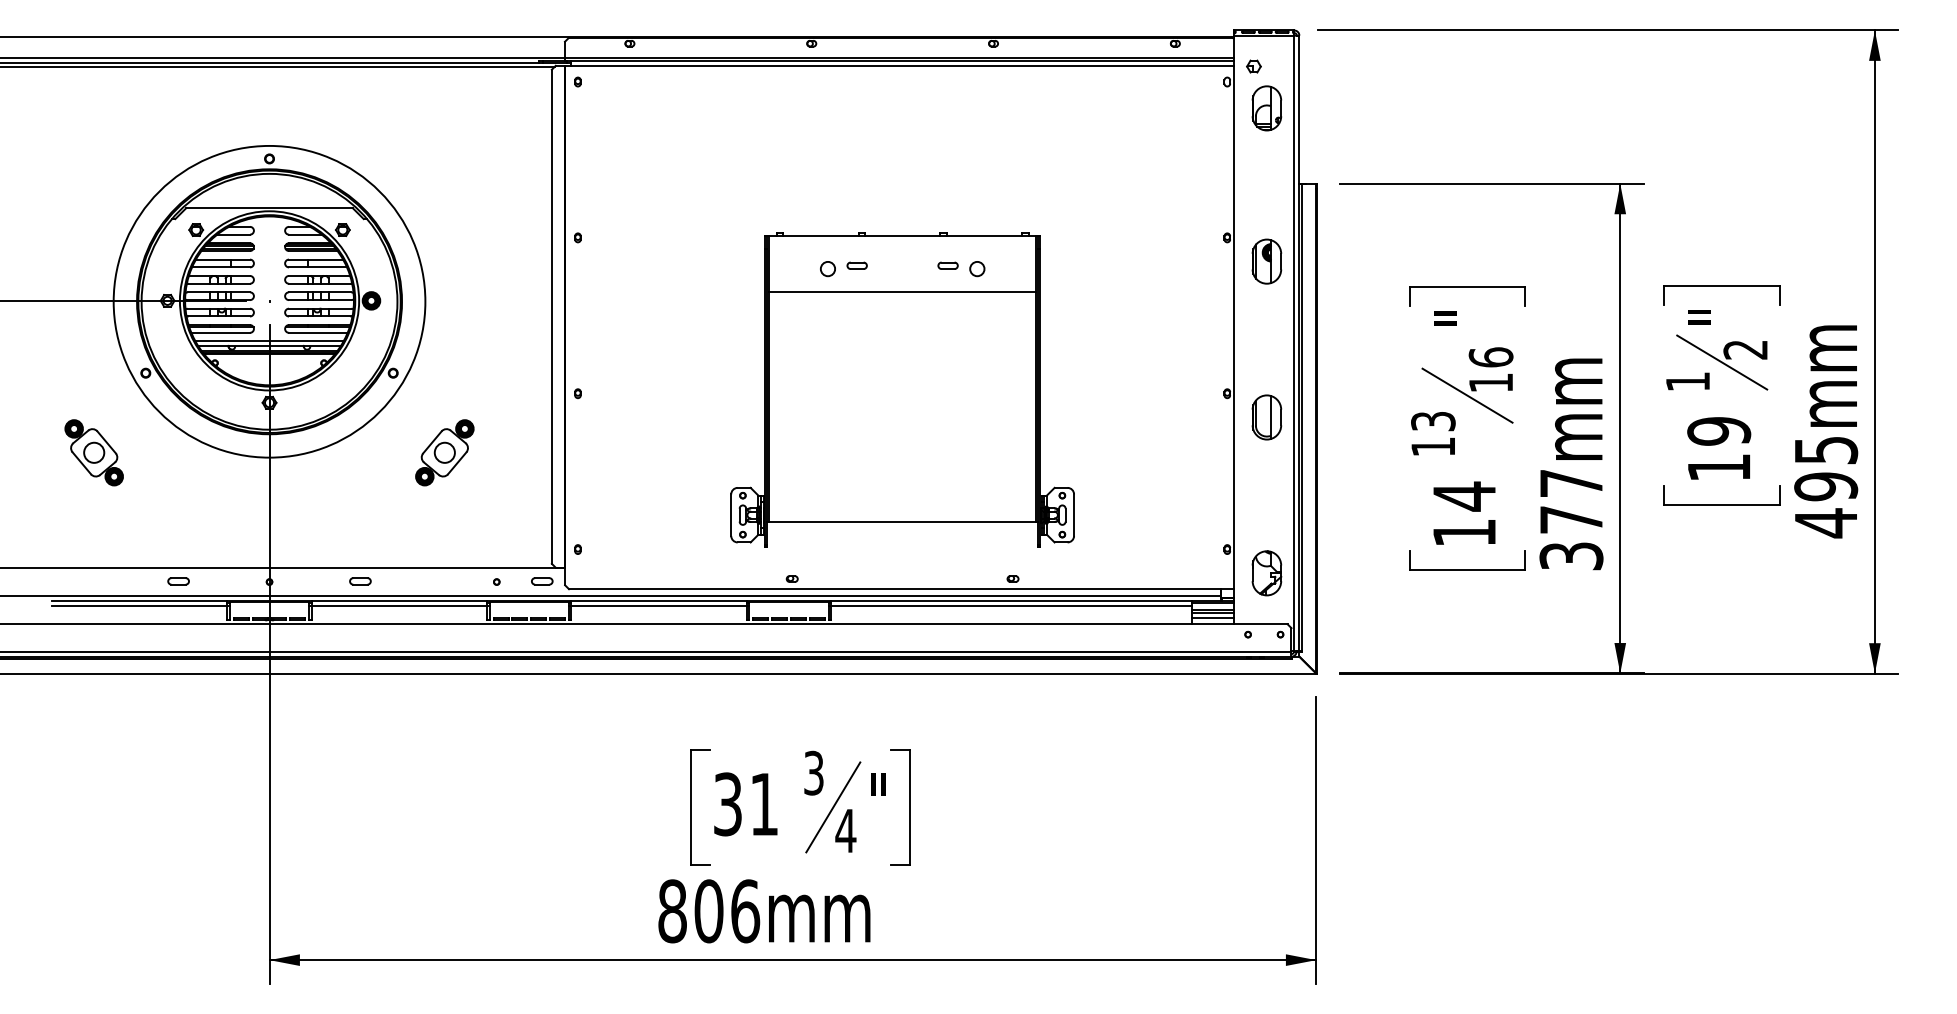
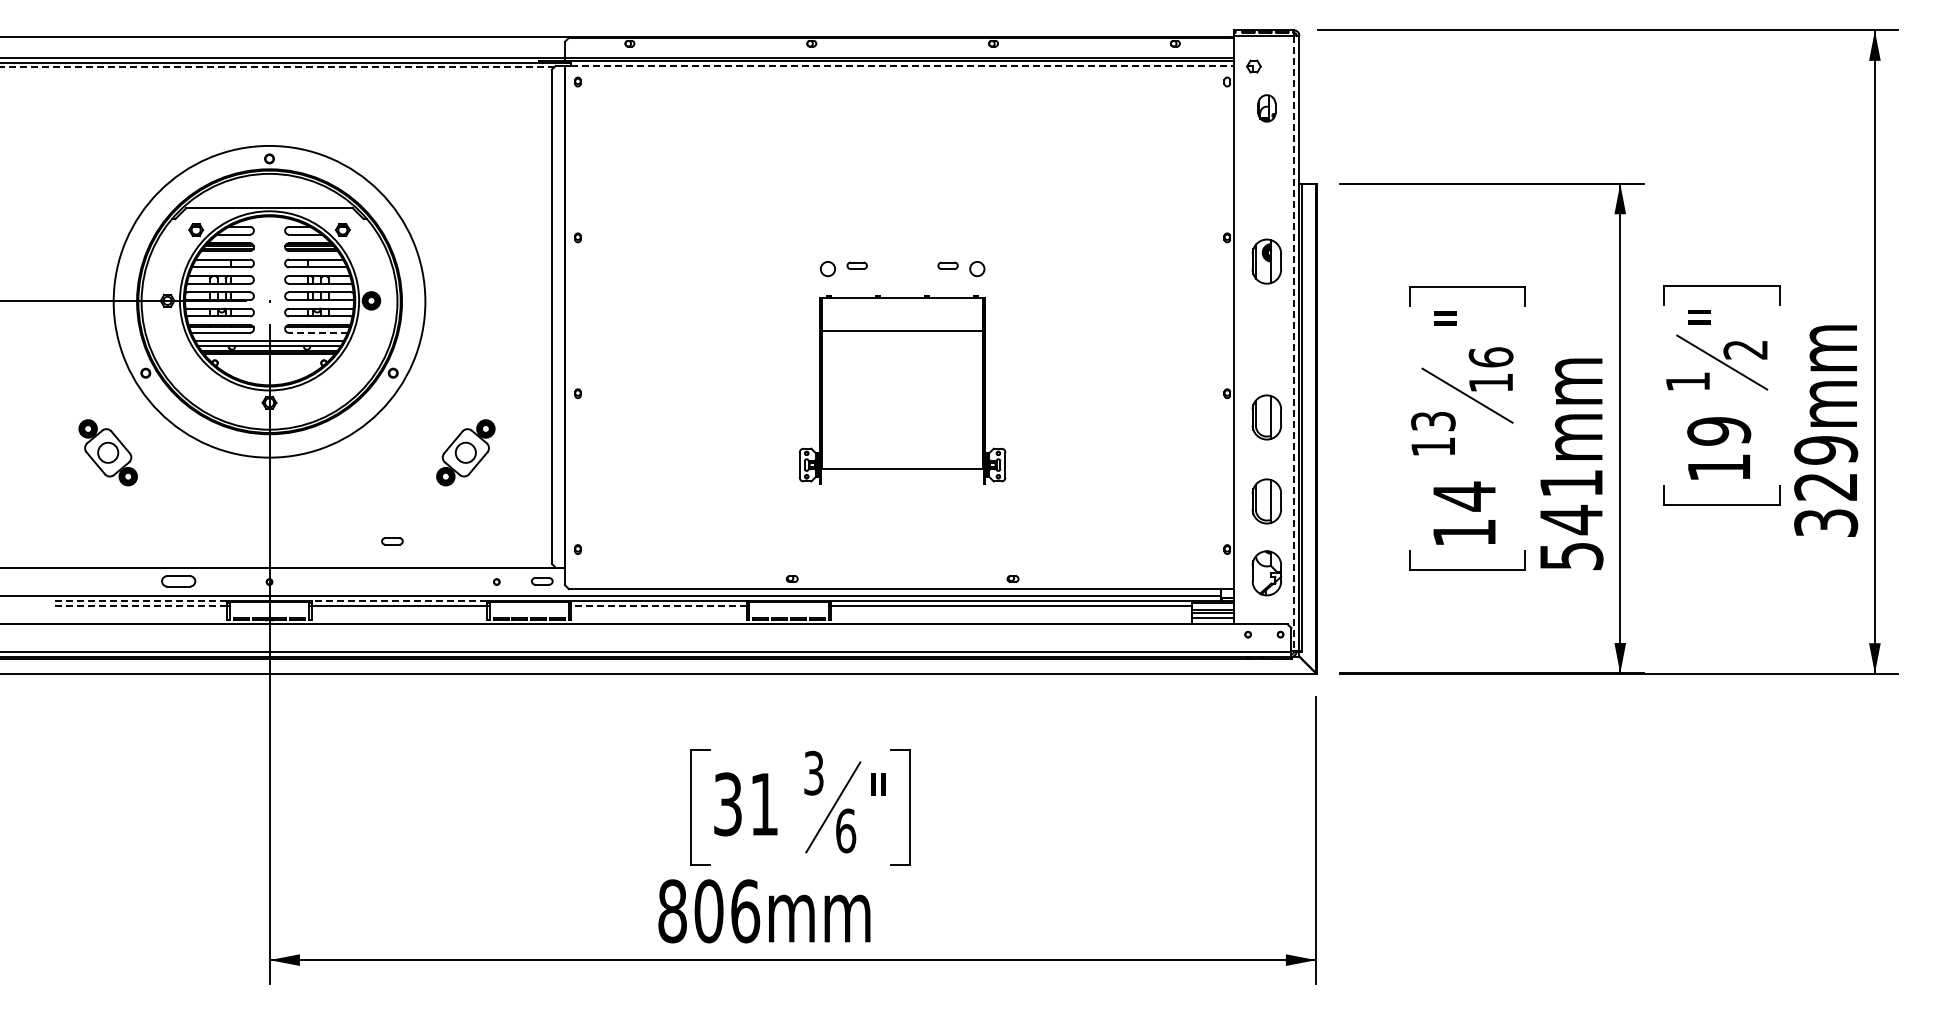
line at (902, 65): solid -> dashed
line at (277, 67): solid -> dashed
part at (1266, 108) size: 32x47 px -> 20x29 px
line at (317, 332): solid -> dashed
line at (1294, 343): solid -> dashed
part at (902, 389) size: 345x316 px -> 209x190 px
part at (93, 452) position: (93, 452) -> (107, 452)
part at (444, 452) position: (444, 452) -> (465, 452)
text at (1826, 487): 495mm -> 329mm
part at (1266, 501): none -> present
text at (1570, 519): 377mm -> 541mm
part at (178, 581) size: 23x9 px -> 36x13 px
part at (360, 581) position: (360, 581) -> (392, 541)
line at (139, 600): solid -> dashed
line at (399, 600): solid -> dashed
line at (139, 606): solid -> dashed
line at (659, 606): solid -> dashed
text at (845, 830): 4 -> 6
